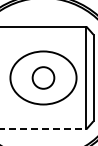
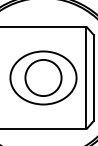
circle at (43, 77) diameter: 22 px -> 36 px
line at (43, 129): dashed -> solid
